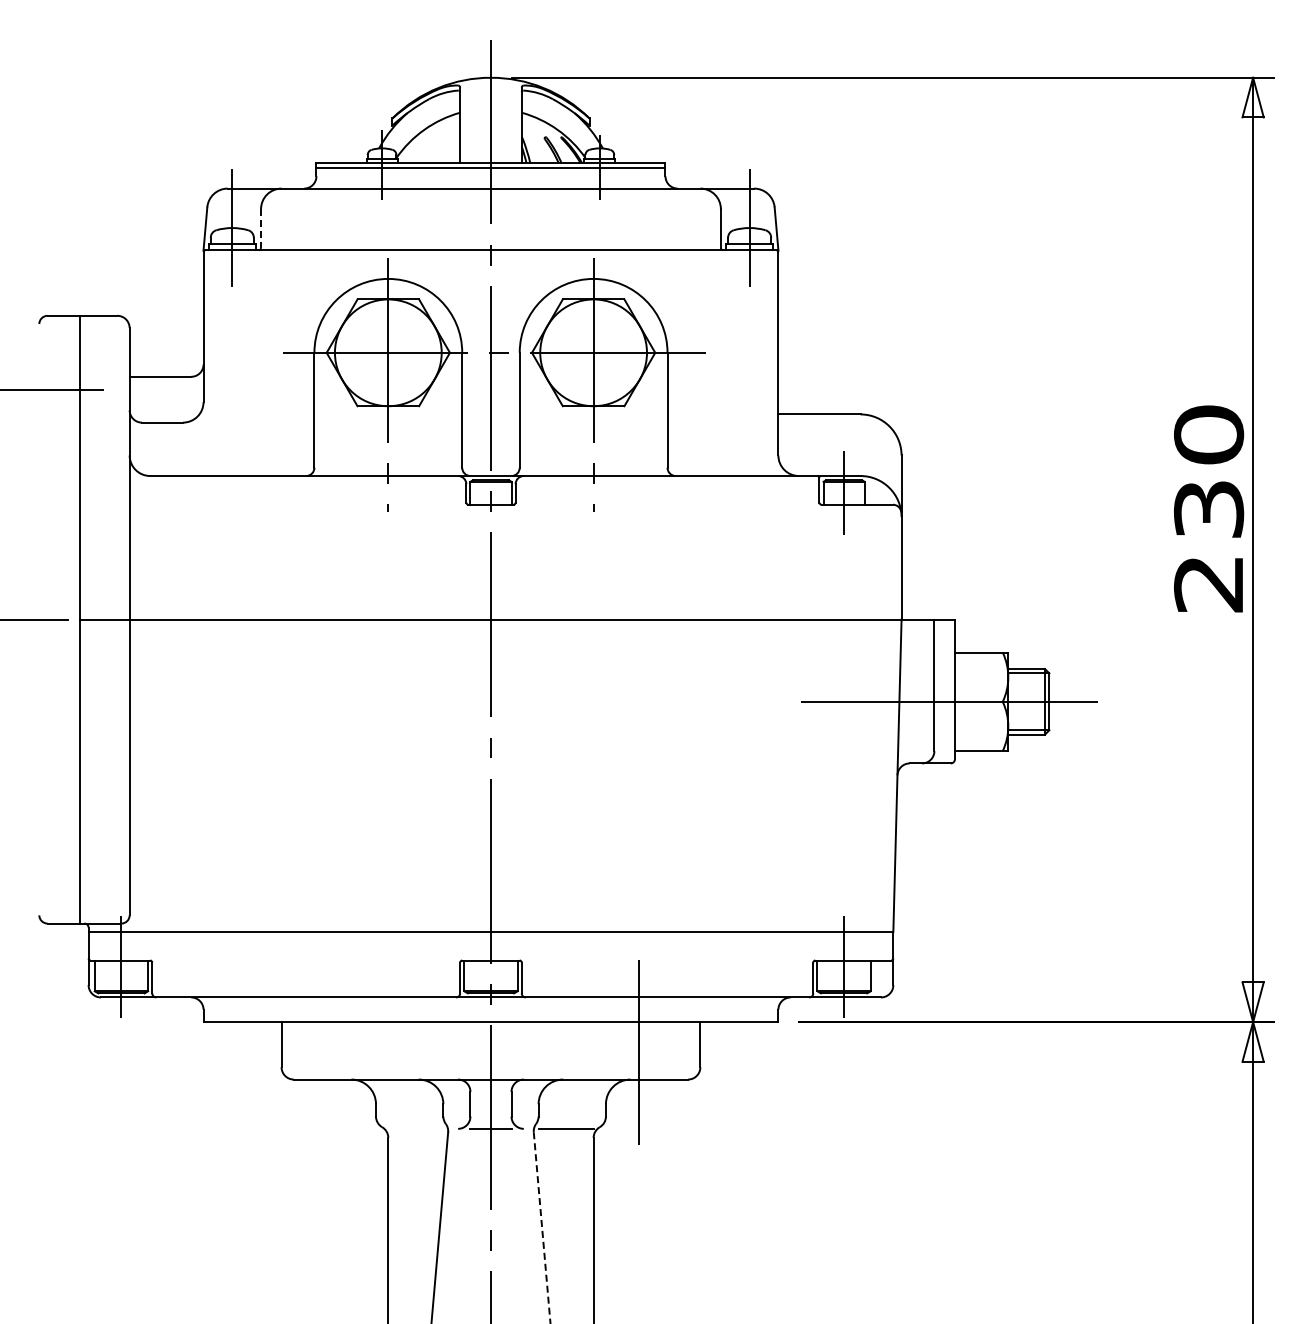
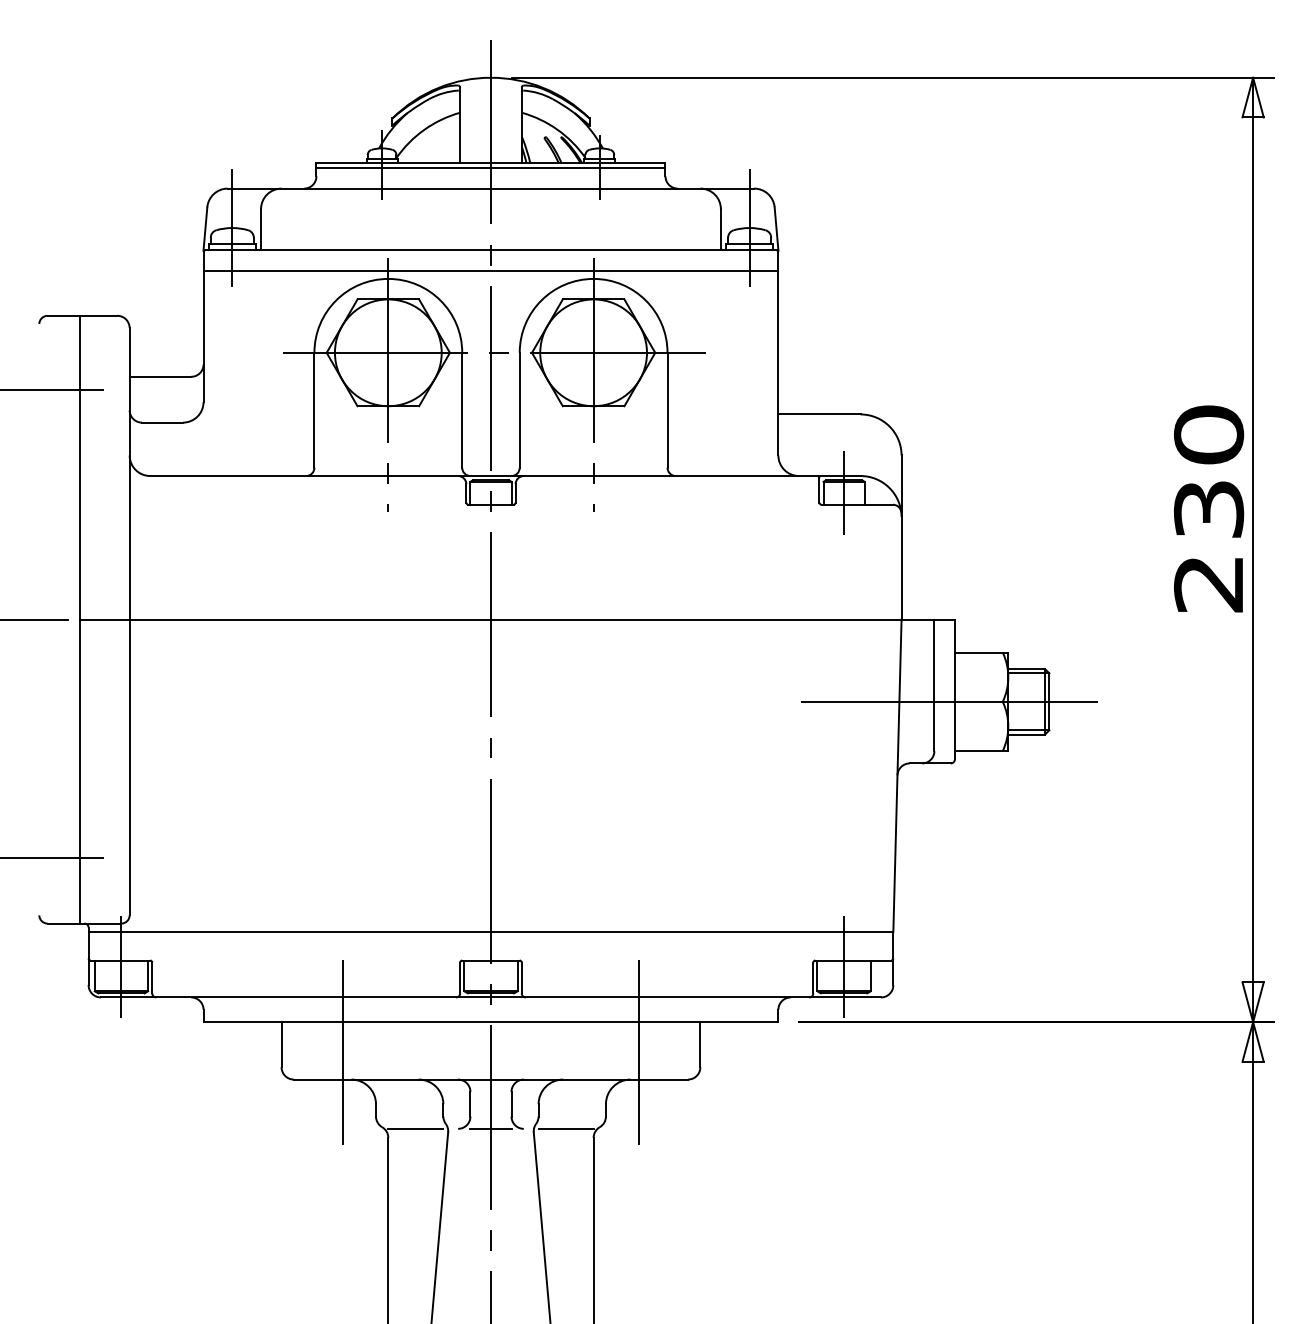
line at (261, 228): dashed -> solid
line at (490, 270): none -> present
line at (52, 857): none -> present
line at (343, 1047): none -> present
line at (415, 1128): none -> present
line at (542, 1227): dashed -> solid
